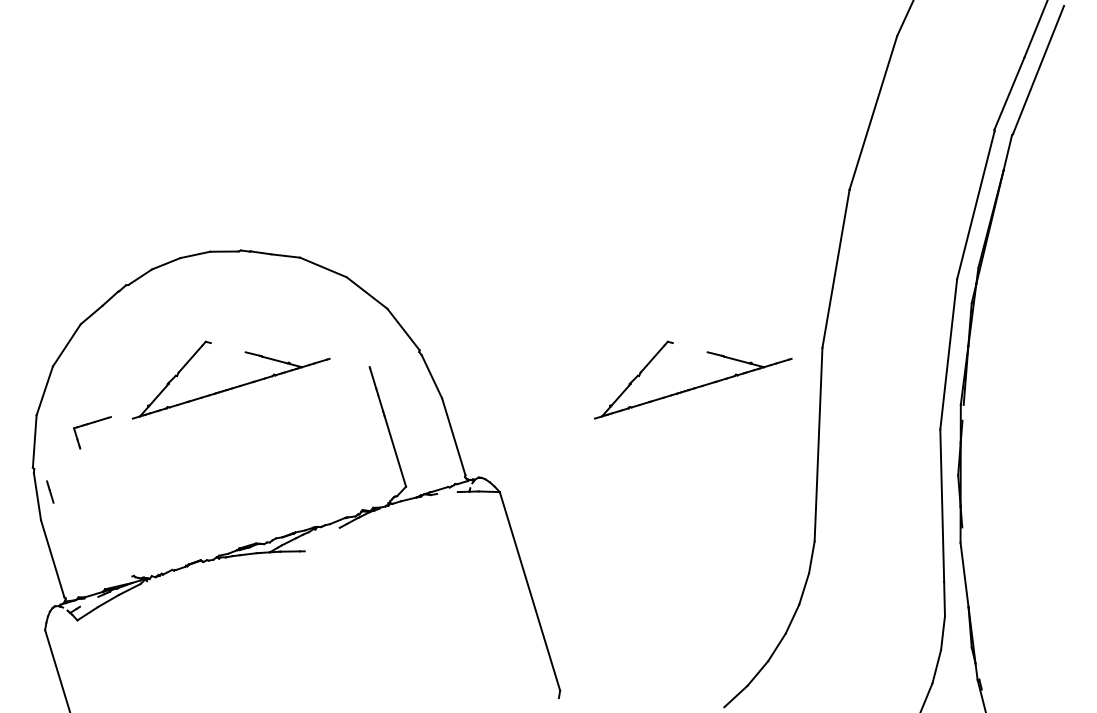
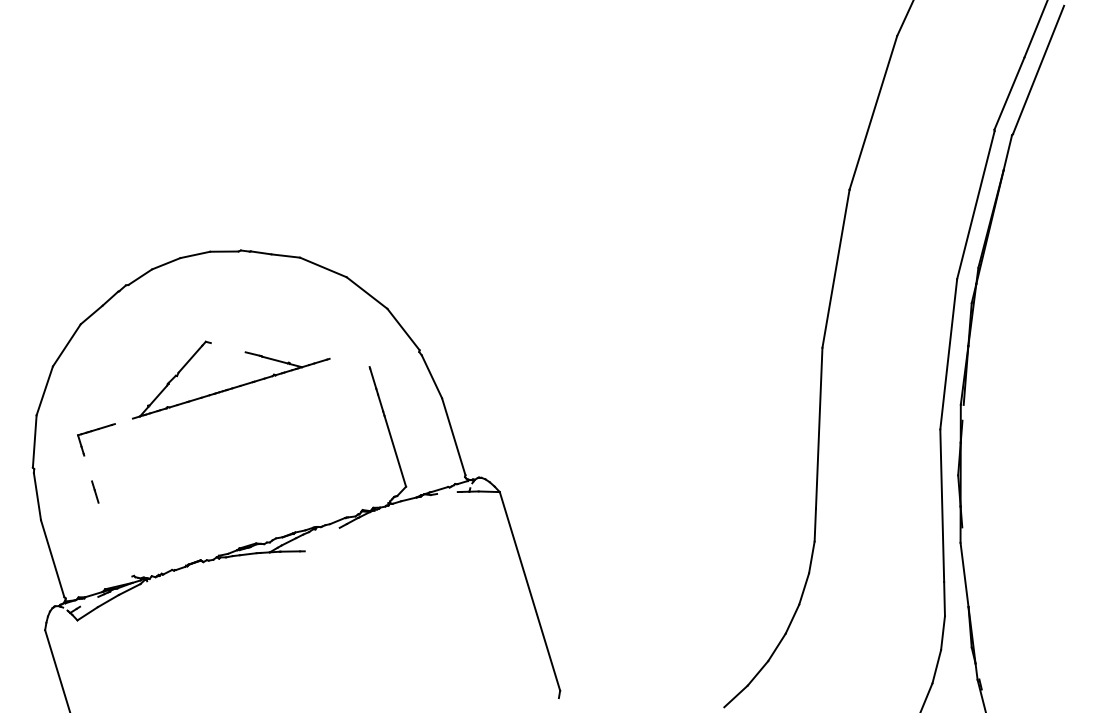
part at (696, 386): present -> none
part at (90, 424) position: (90, 424) -> (94, 431)
line at (50, 491) position: (50, 491) -> (95, 491)
